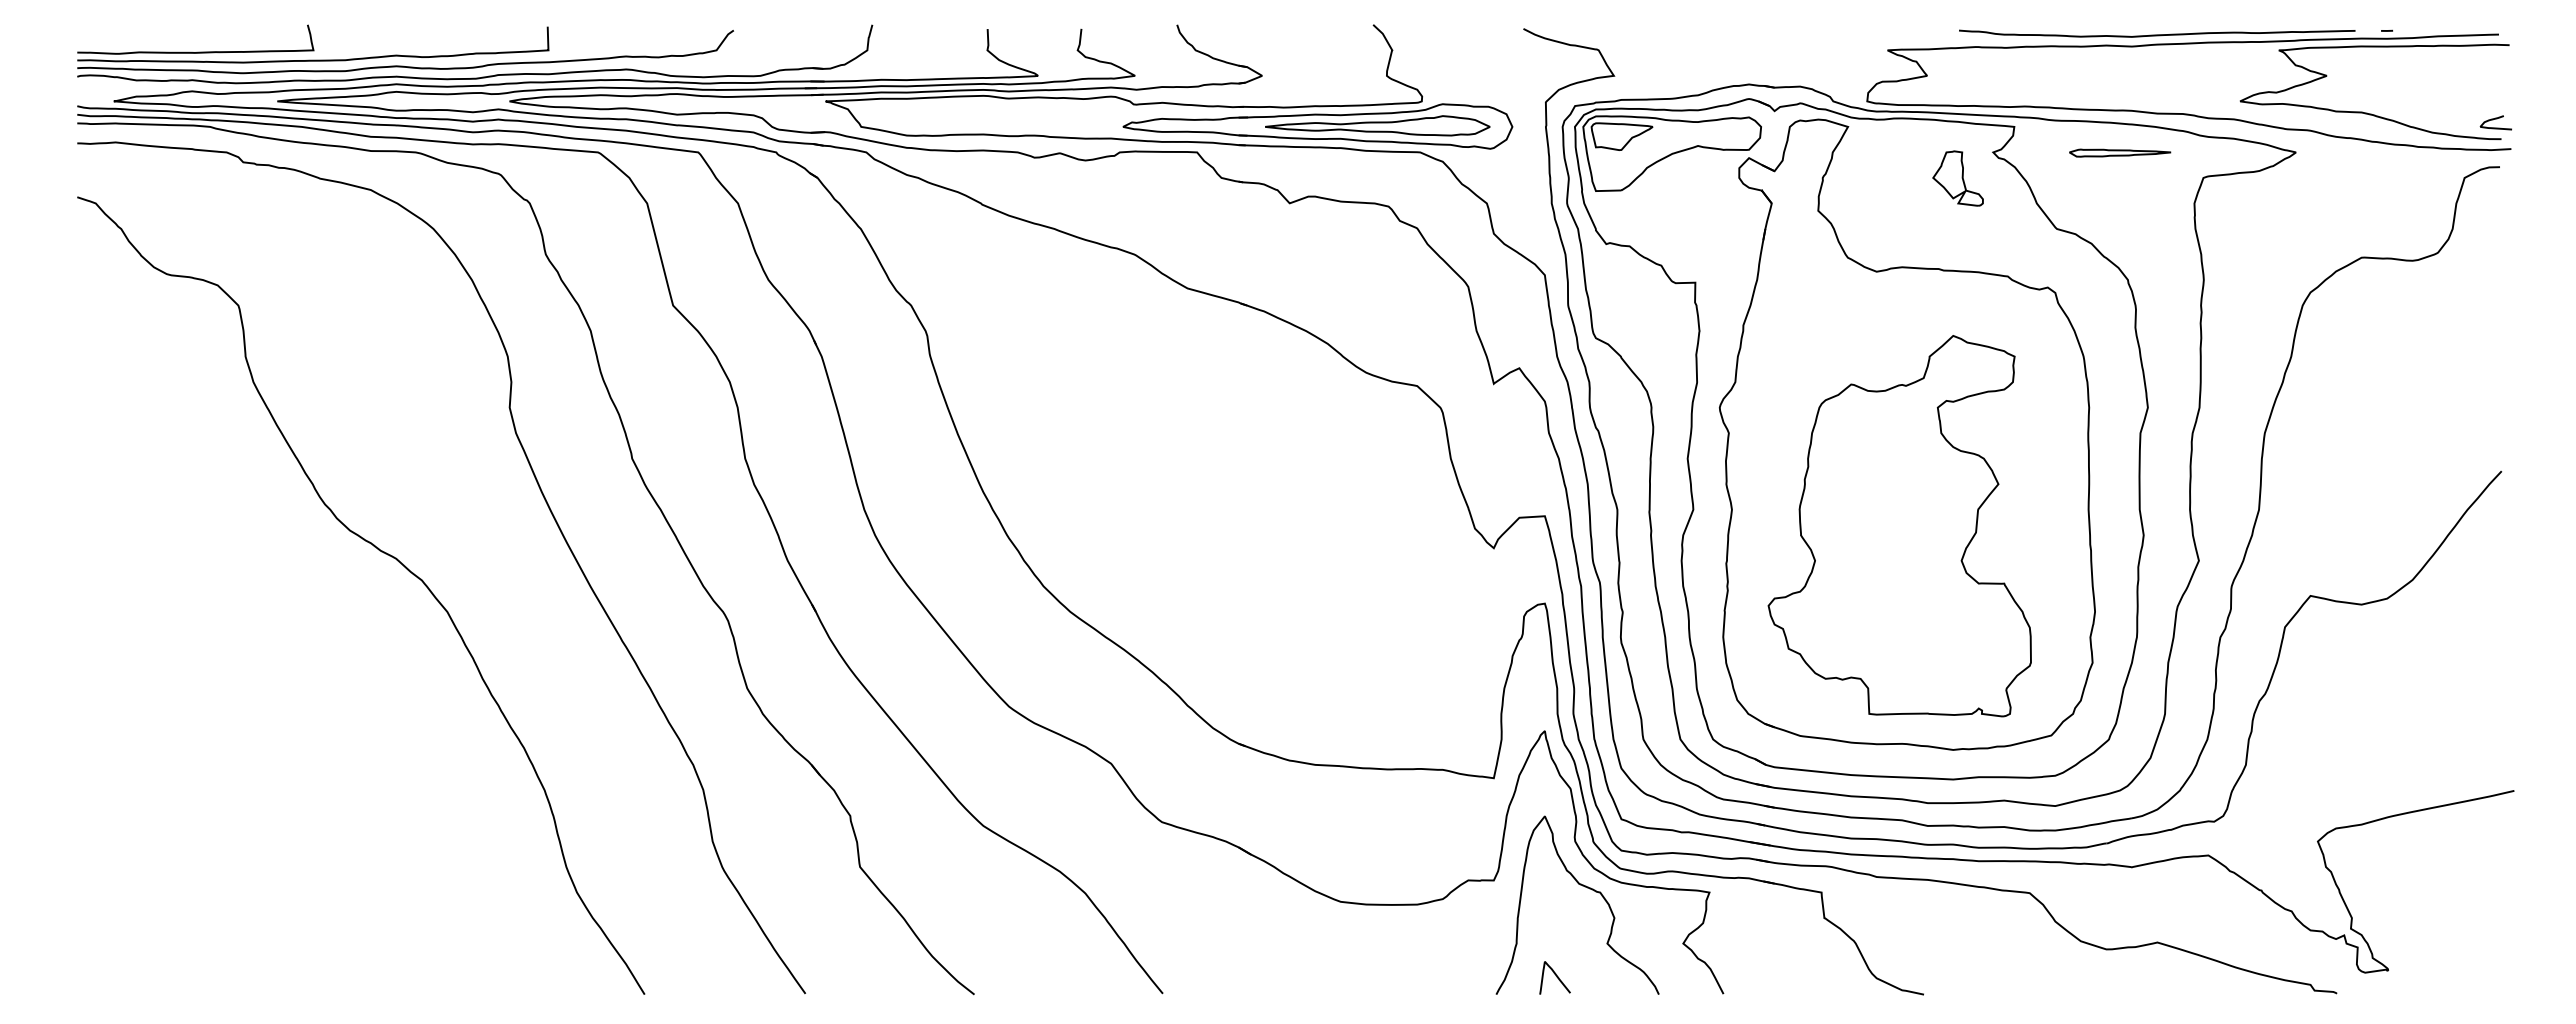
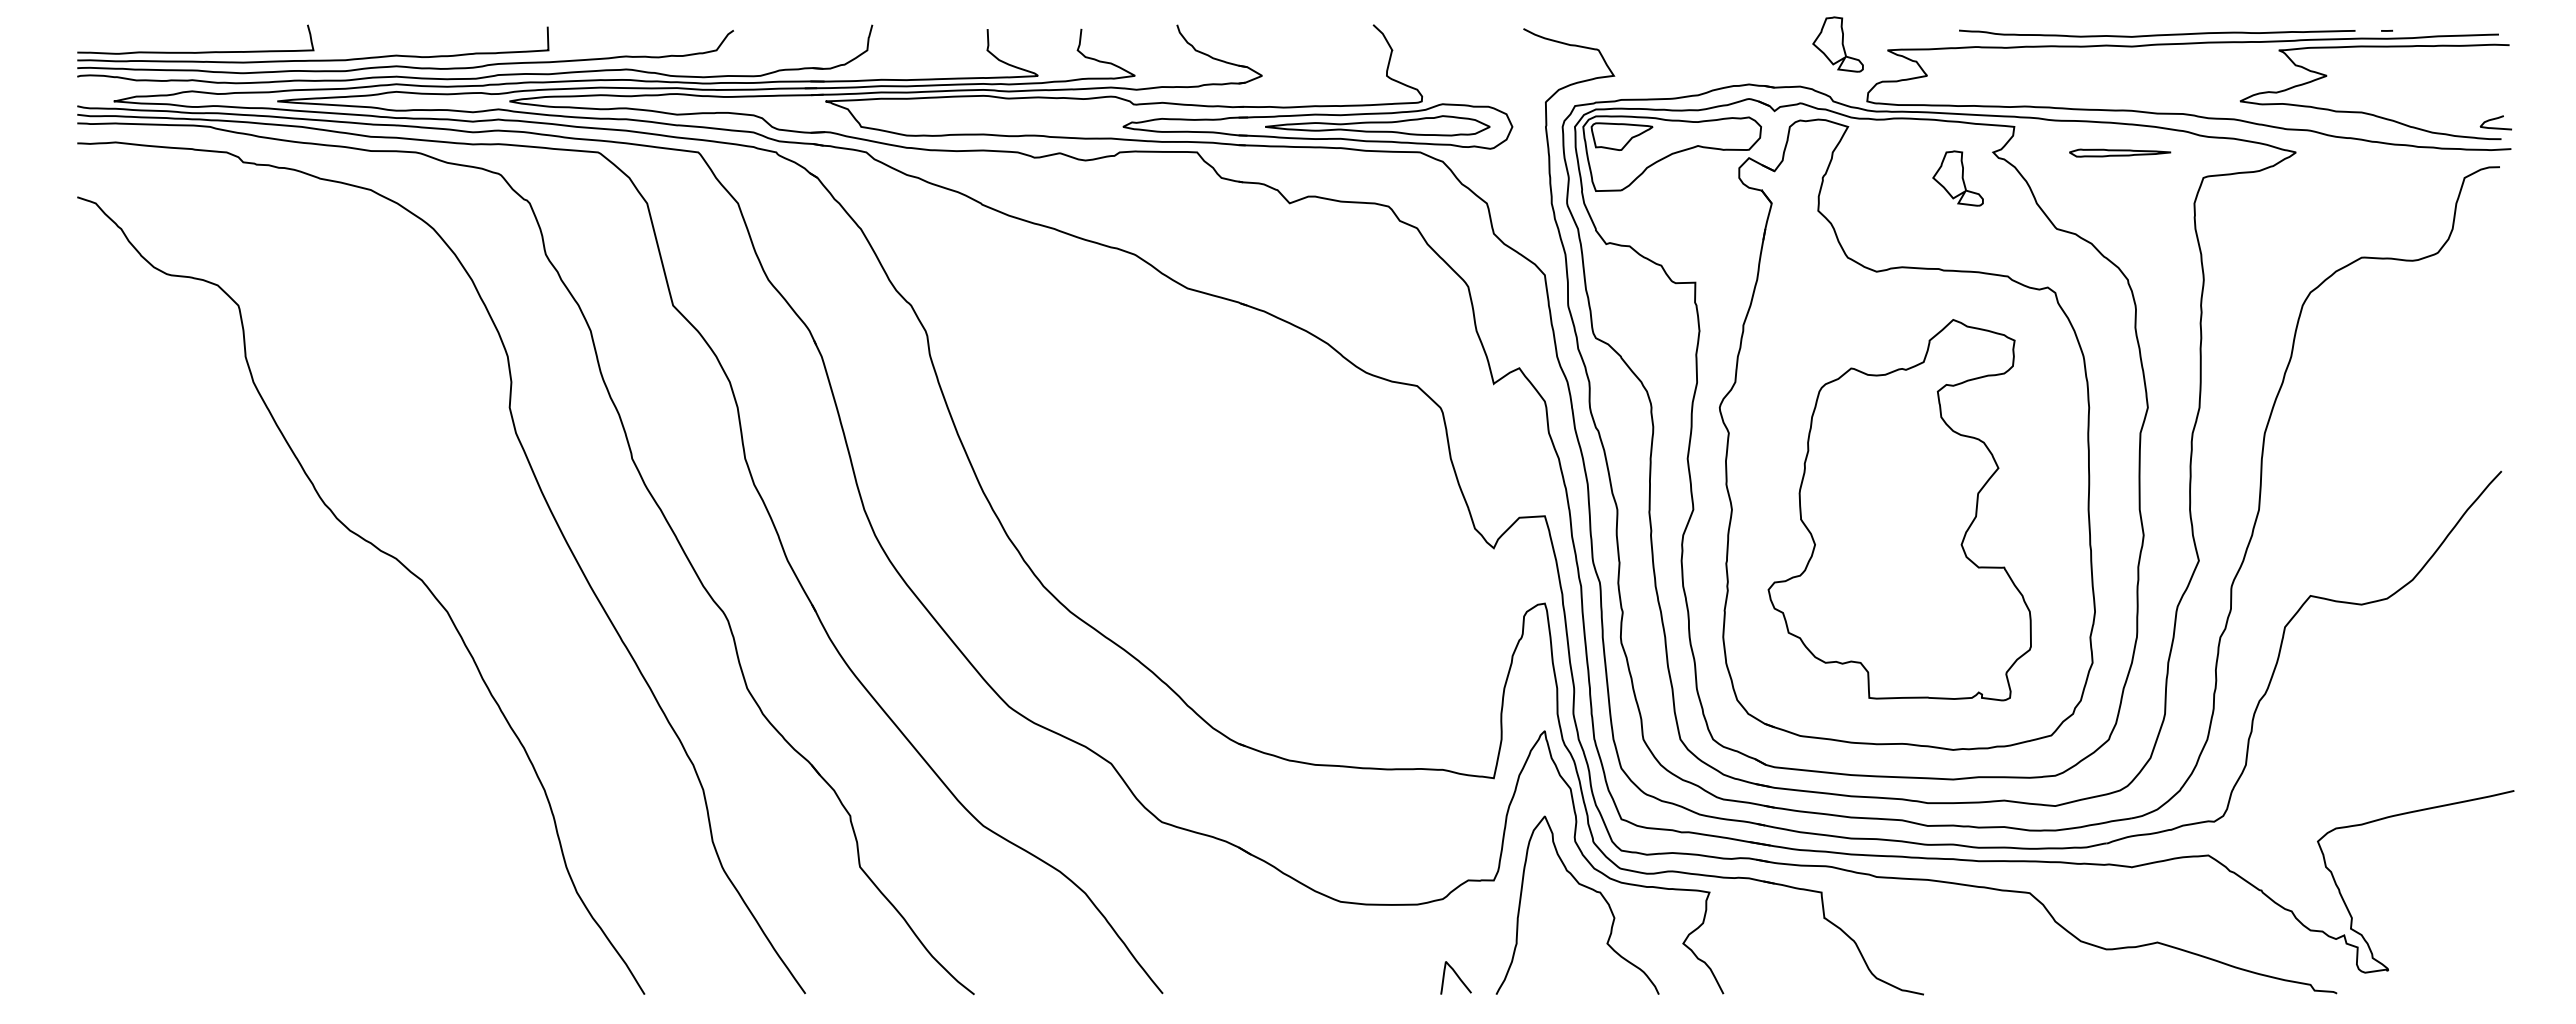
part at (1837, 44): none -> present
part at (1899, 526) position: (1899, 526) -> (1899, 510)
curve at (1556, 977) position: (1556, 977) -> (1457, 977)
